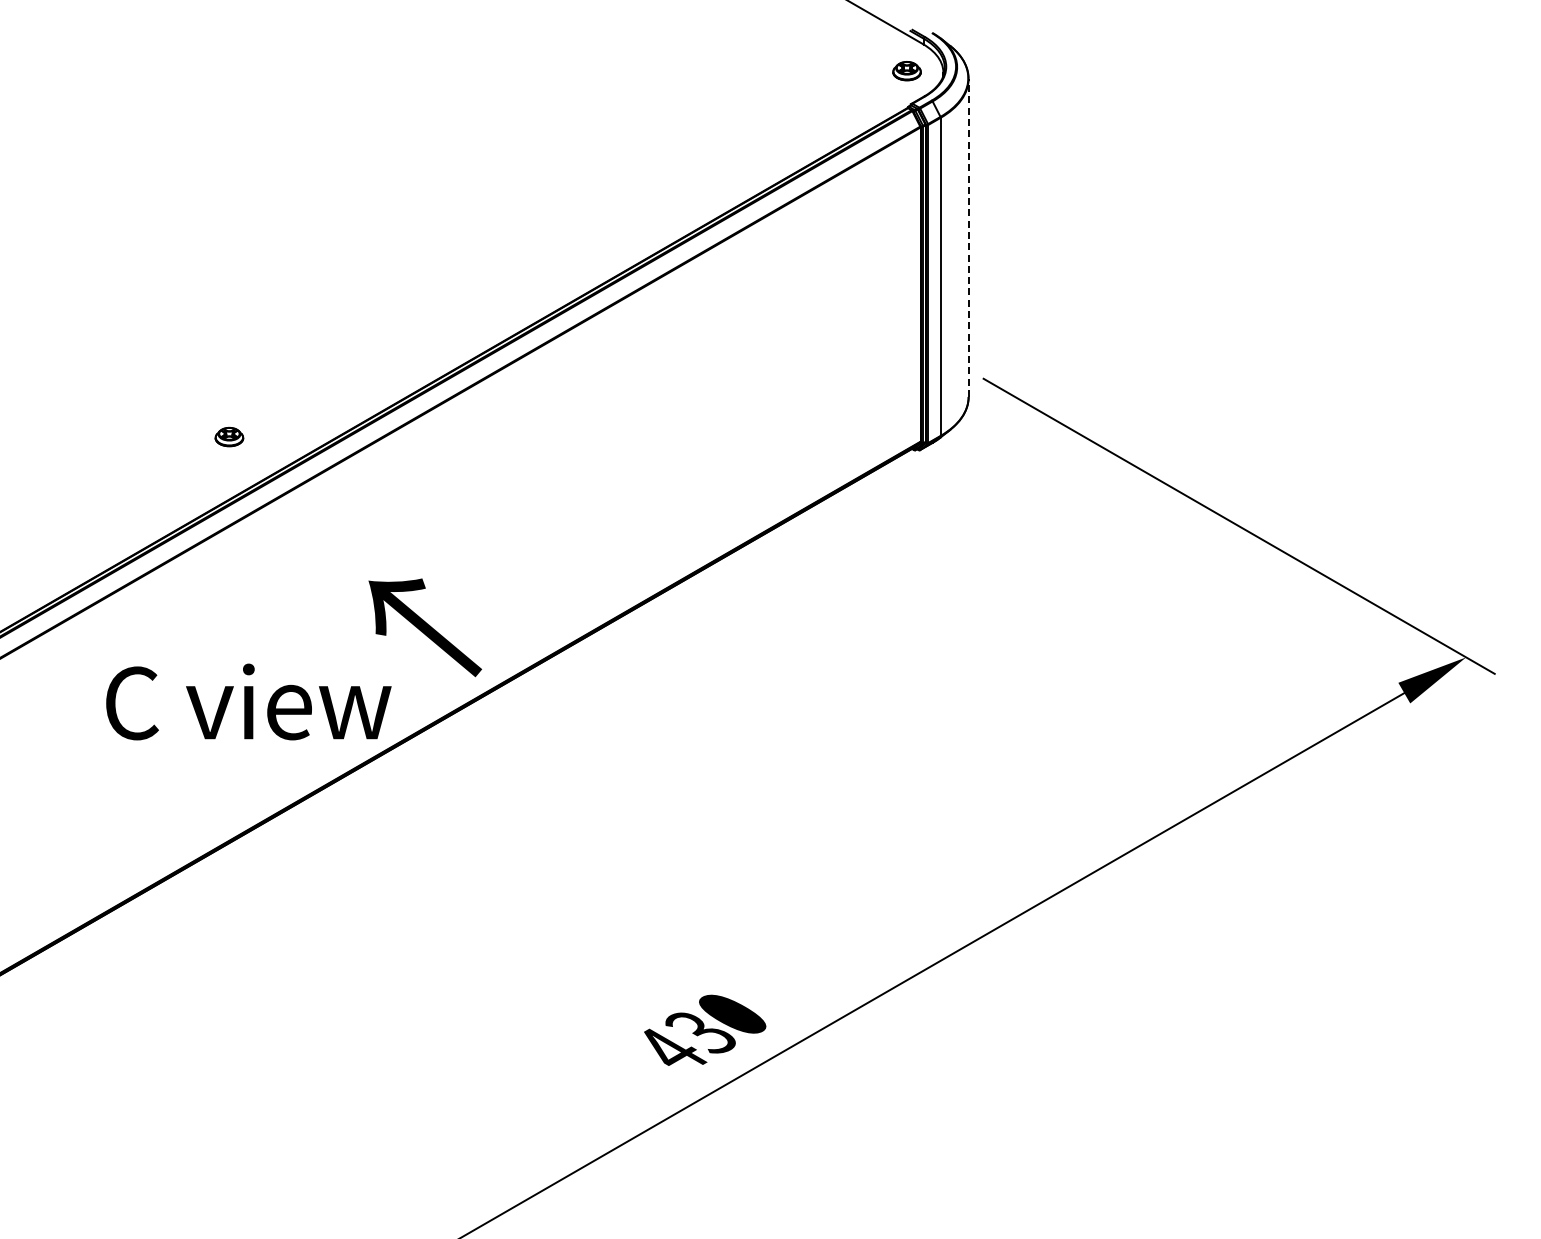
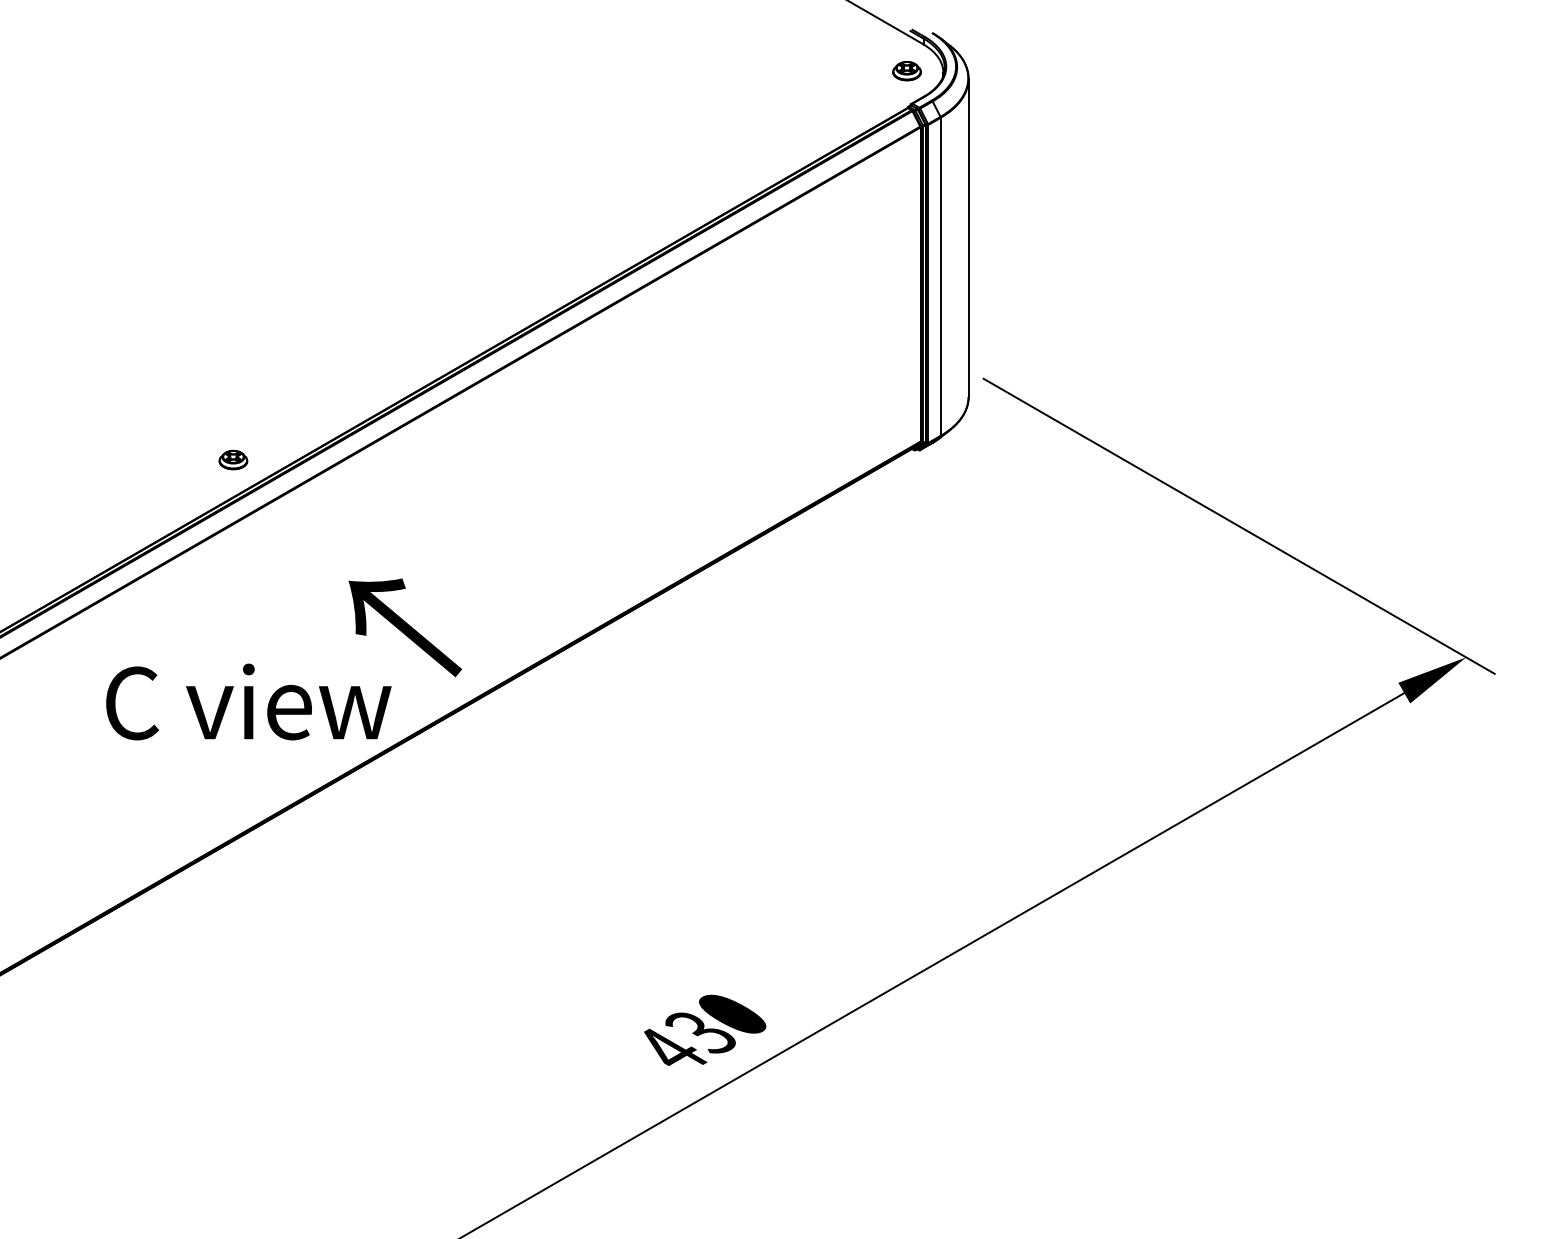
line at (968, 237): dashed -> solid
part at (229, 436) position: (229, 436) -> (233, 459)
text at (424, 627) position: (424, 627) -> (404, 627)
